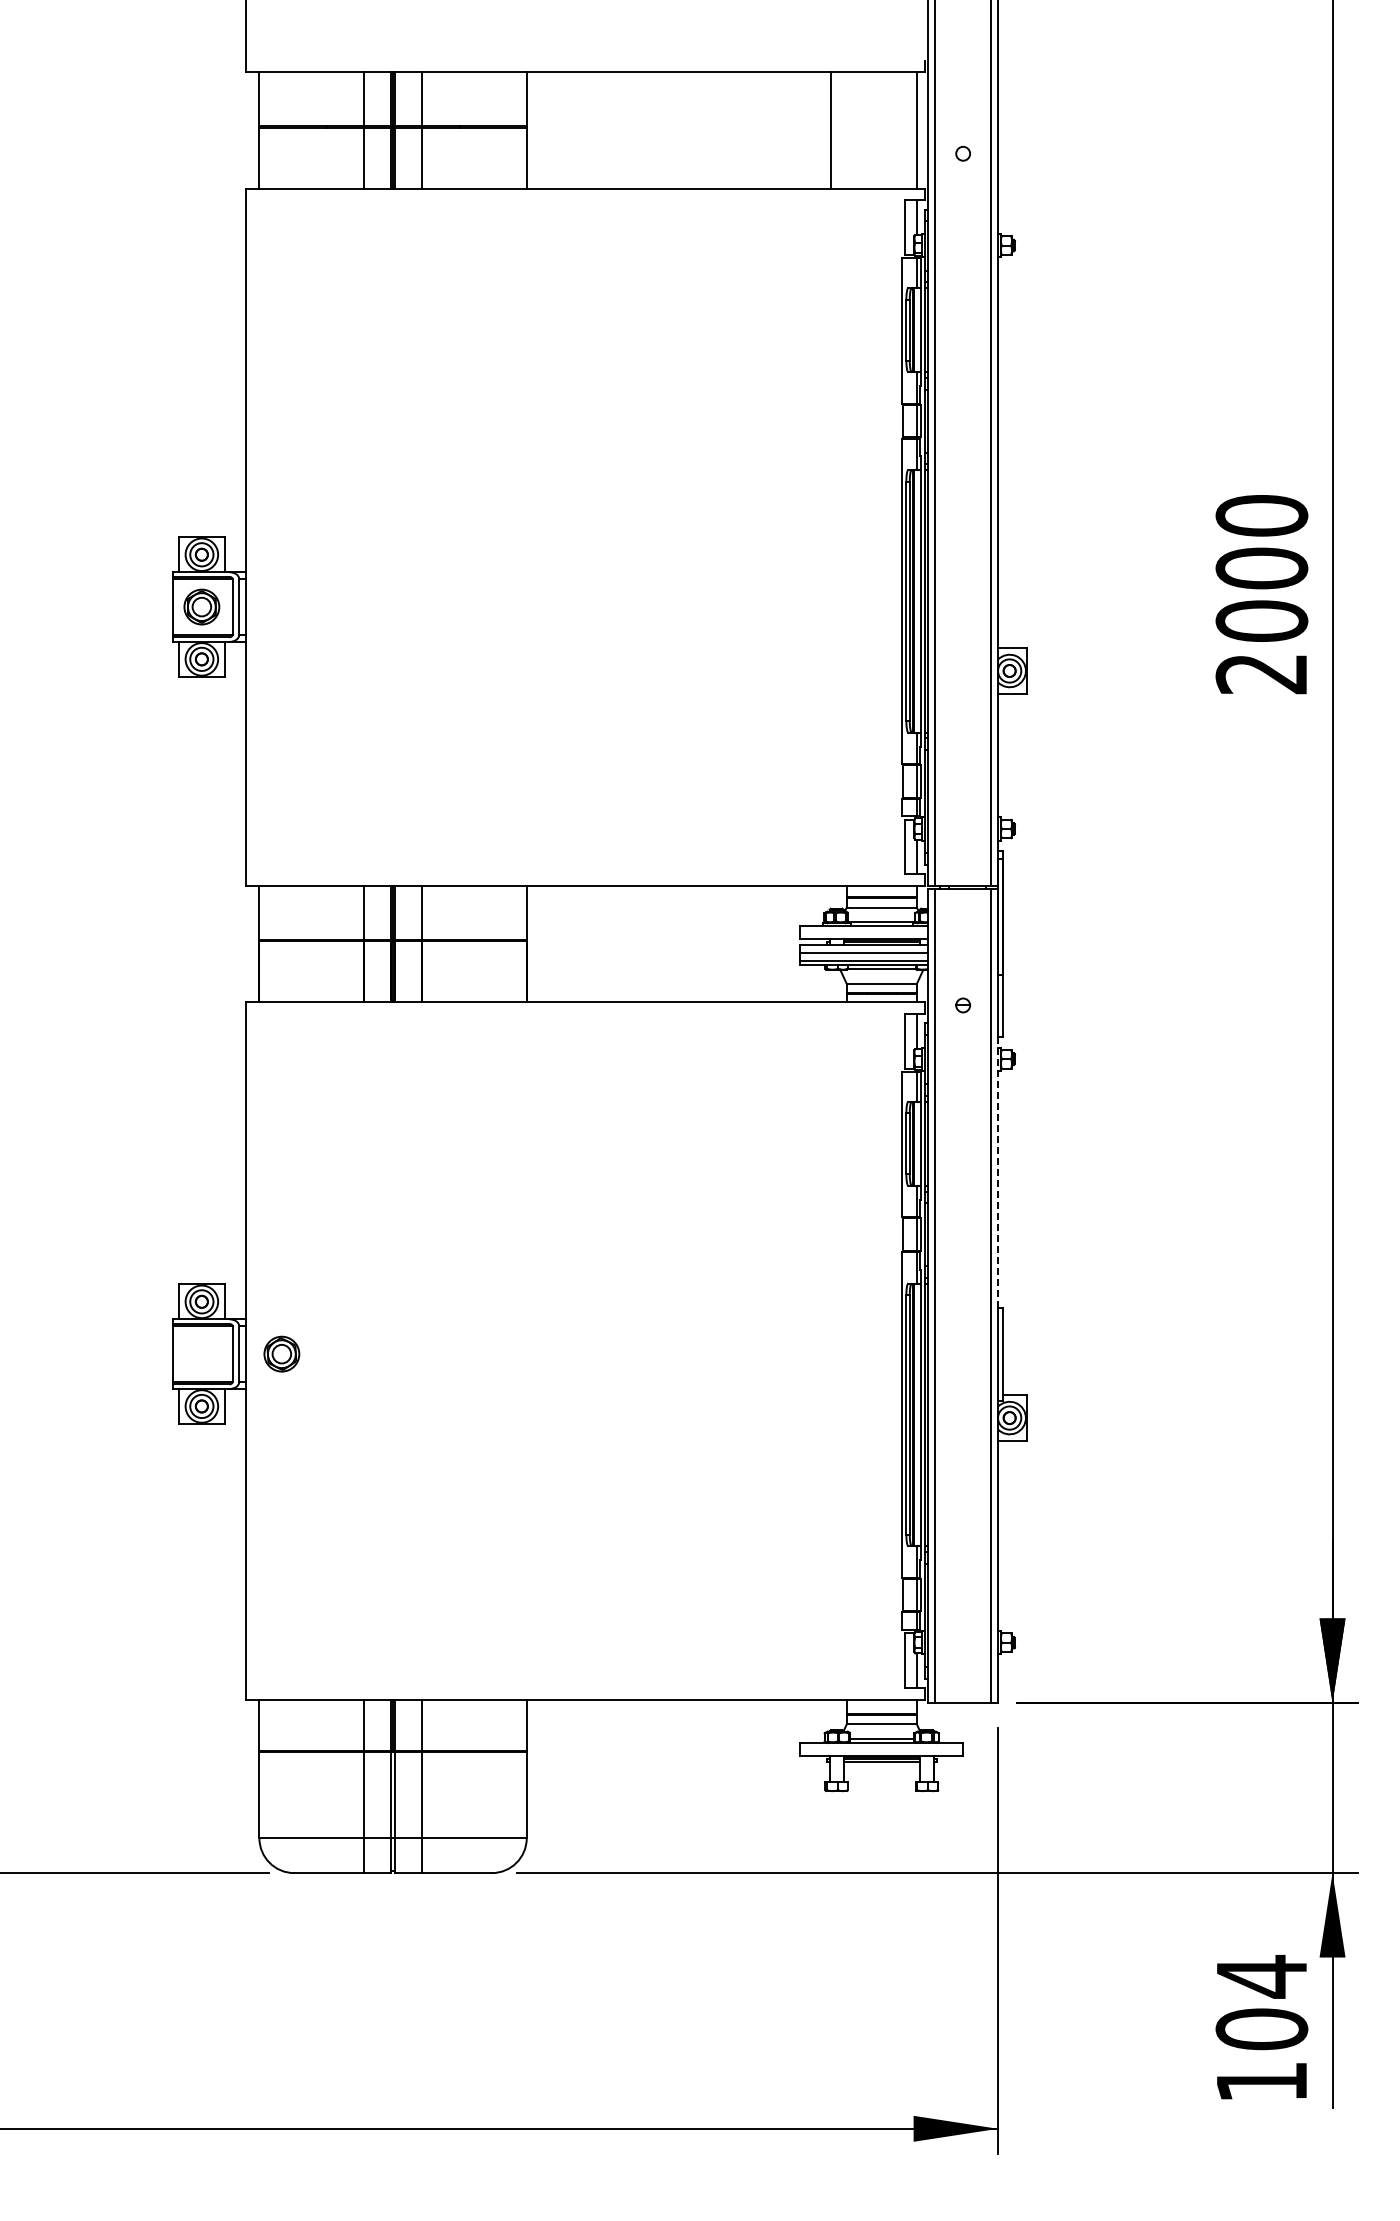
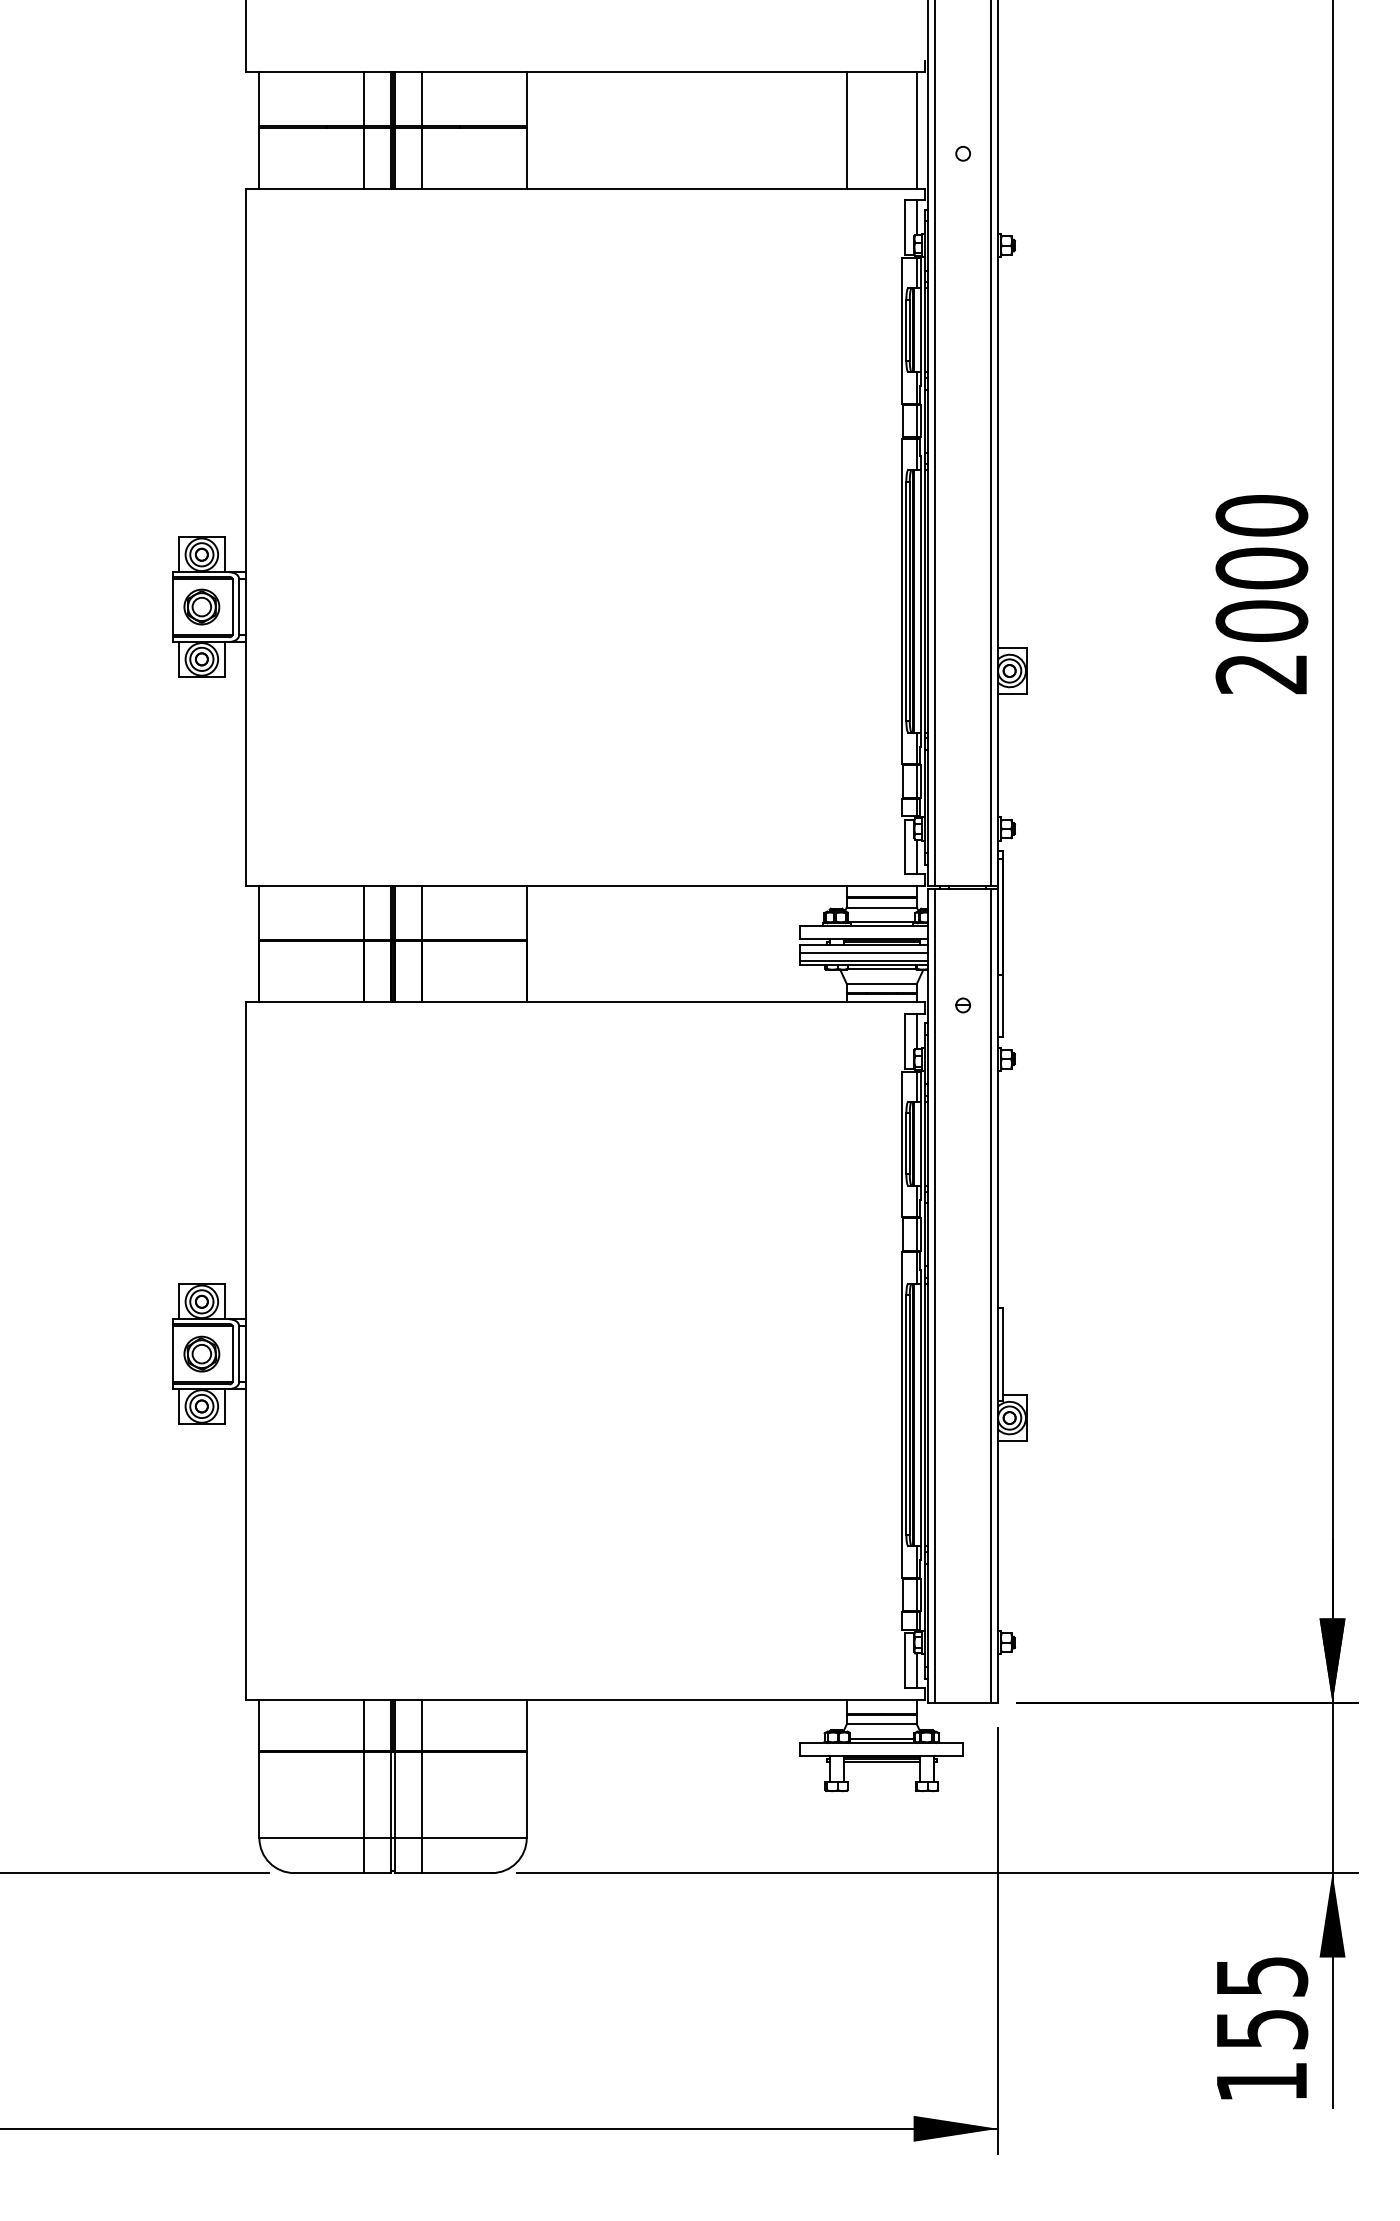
line at (830, 130) position: (830, 130) -> (846, 130)
line at (998, 1172): dashed -> solid
part at (281, 1353) position: (281, 1353) -> (201, 1353)
text at (1261, 2002): 104 -> 155
